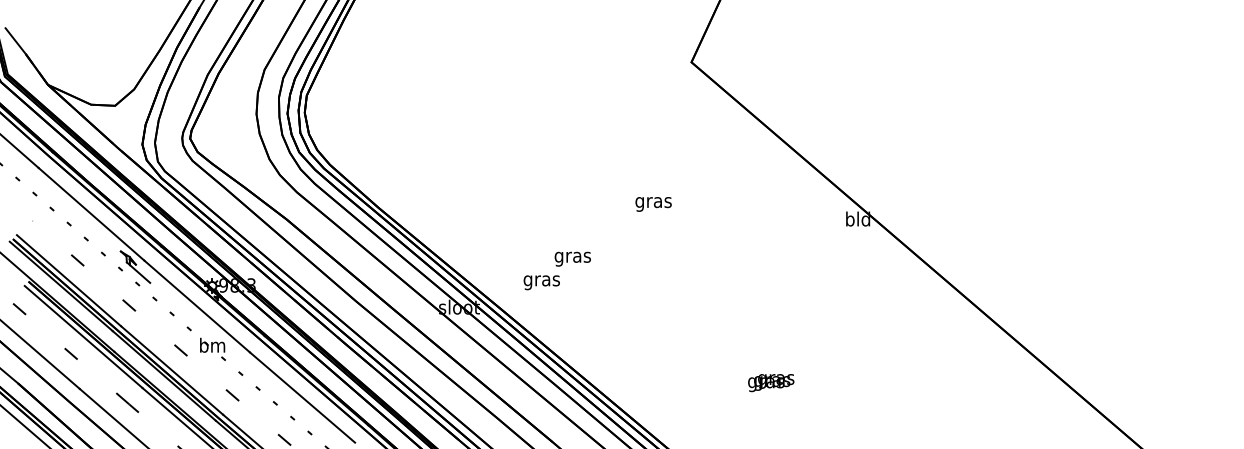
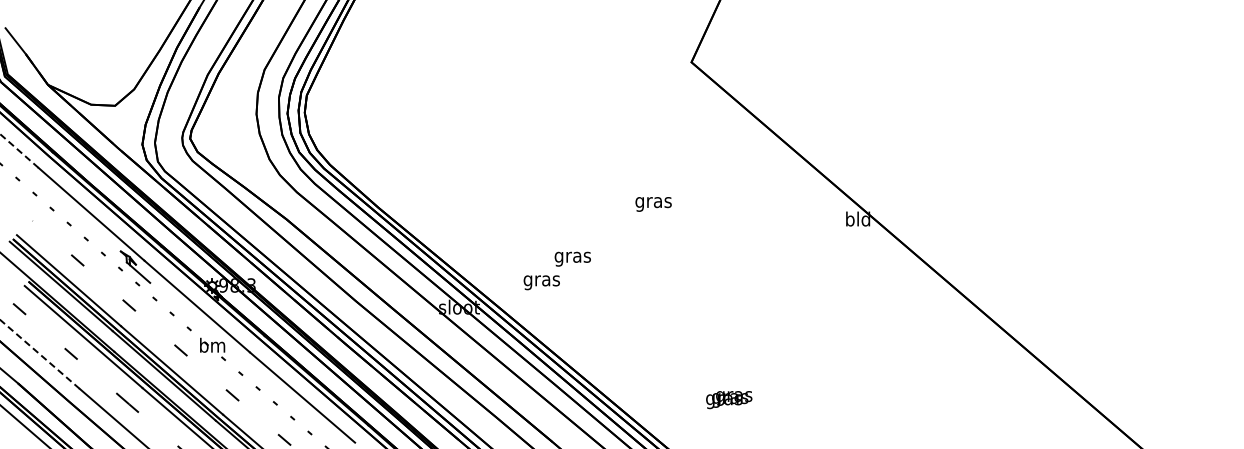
line at (19, 150): solid -> dashed
line at (39, 354): solid -> dashed
text at (771, 383) position: (771, 383) -> (729, 400)
